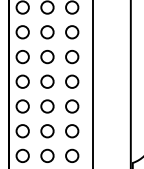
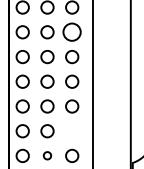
circle at (72, 32) size: 15x15 px -> 20x20 px
circle at (72, 131): present -> none
circle at (47, 155) size: 15x15 px -> 11x10 px
